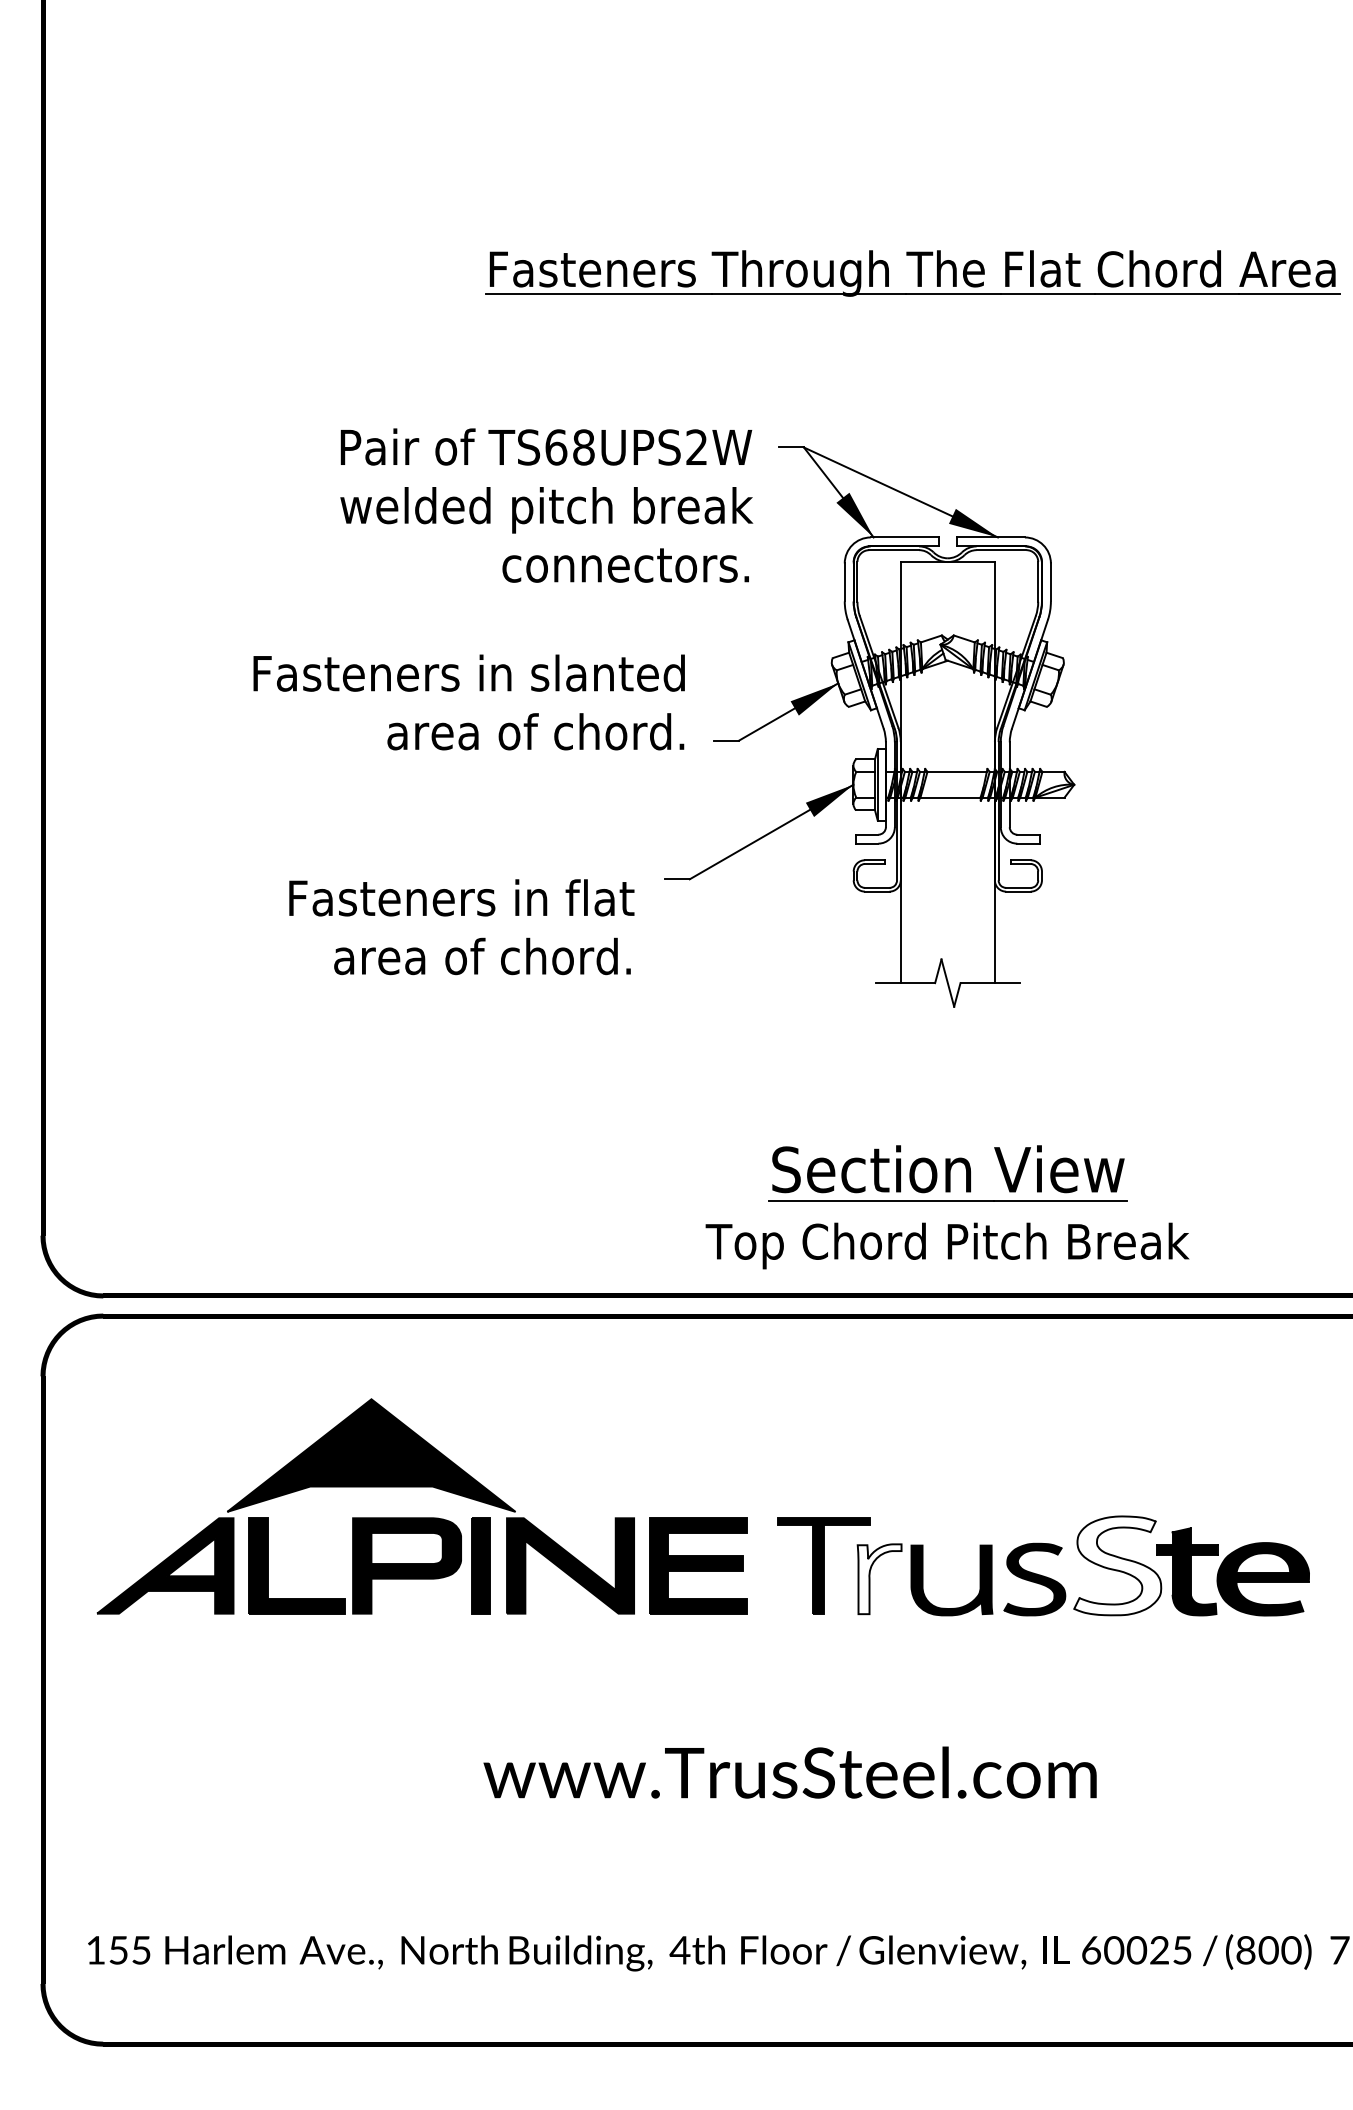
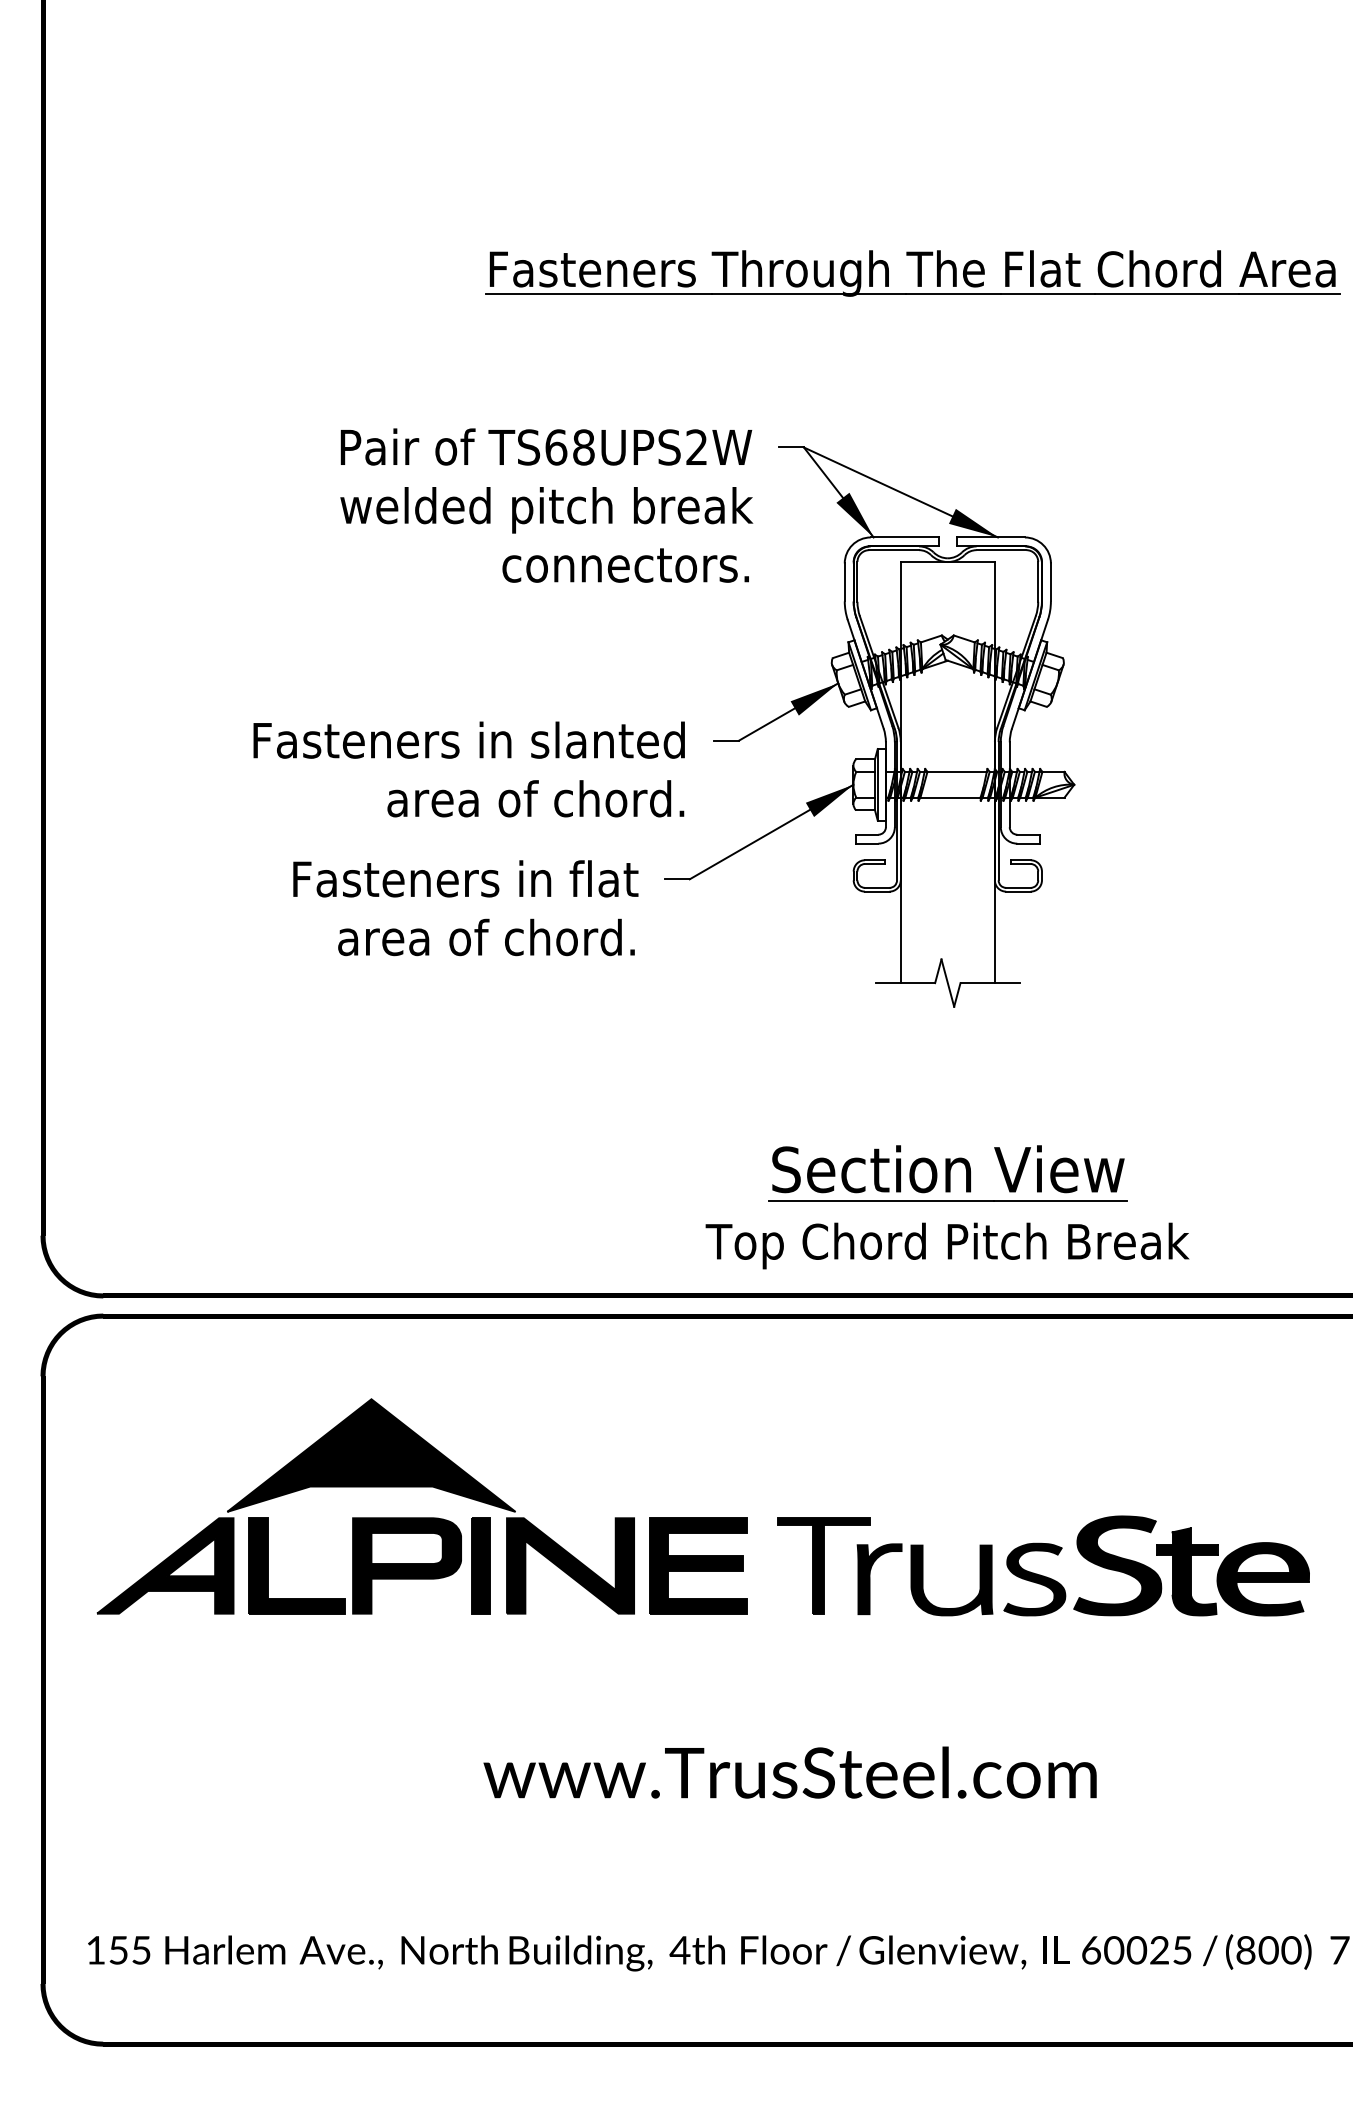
text at (468, 702) position: (468, 702) -> (468, 769)
text at (461, 927) position: (461, 927) -> (465, 908)
fill at (1117, 1565): none -> present
fill at (879, 1579): none -> present
